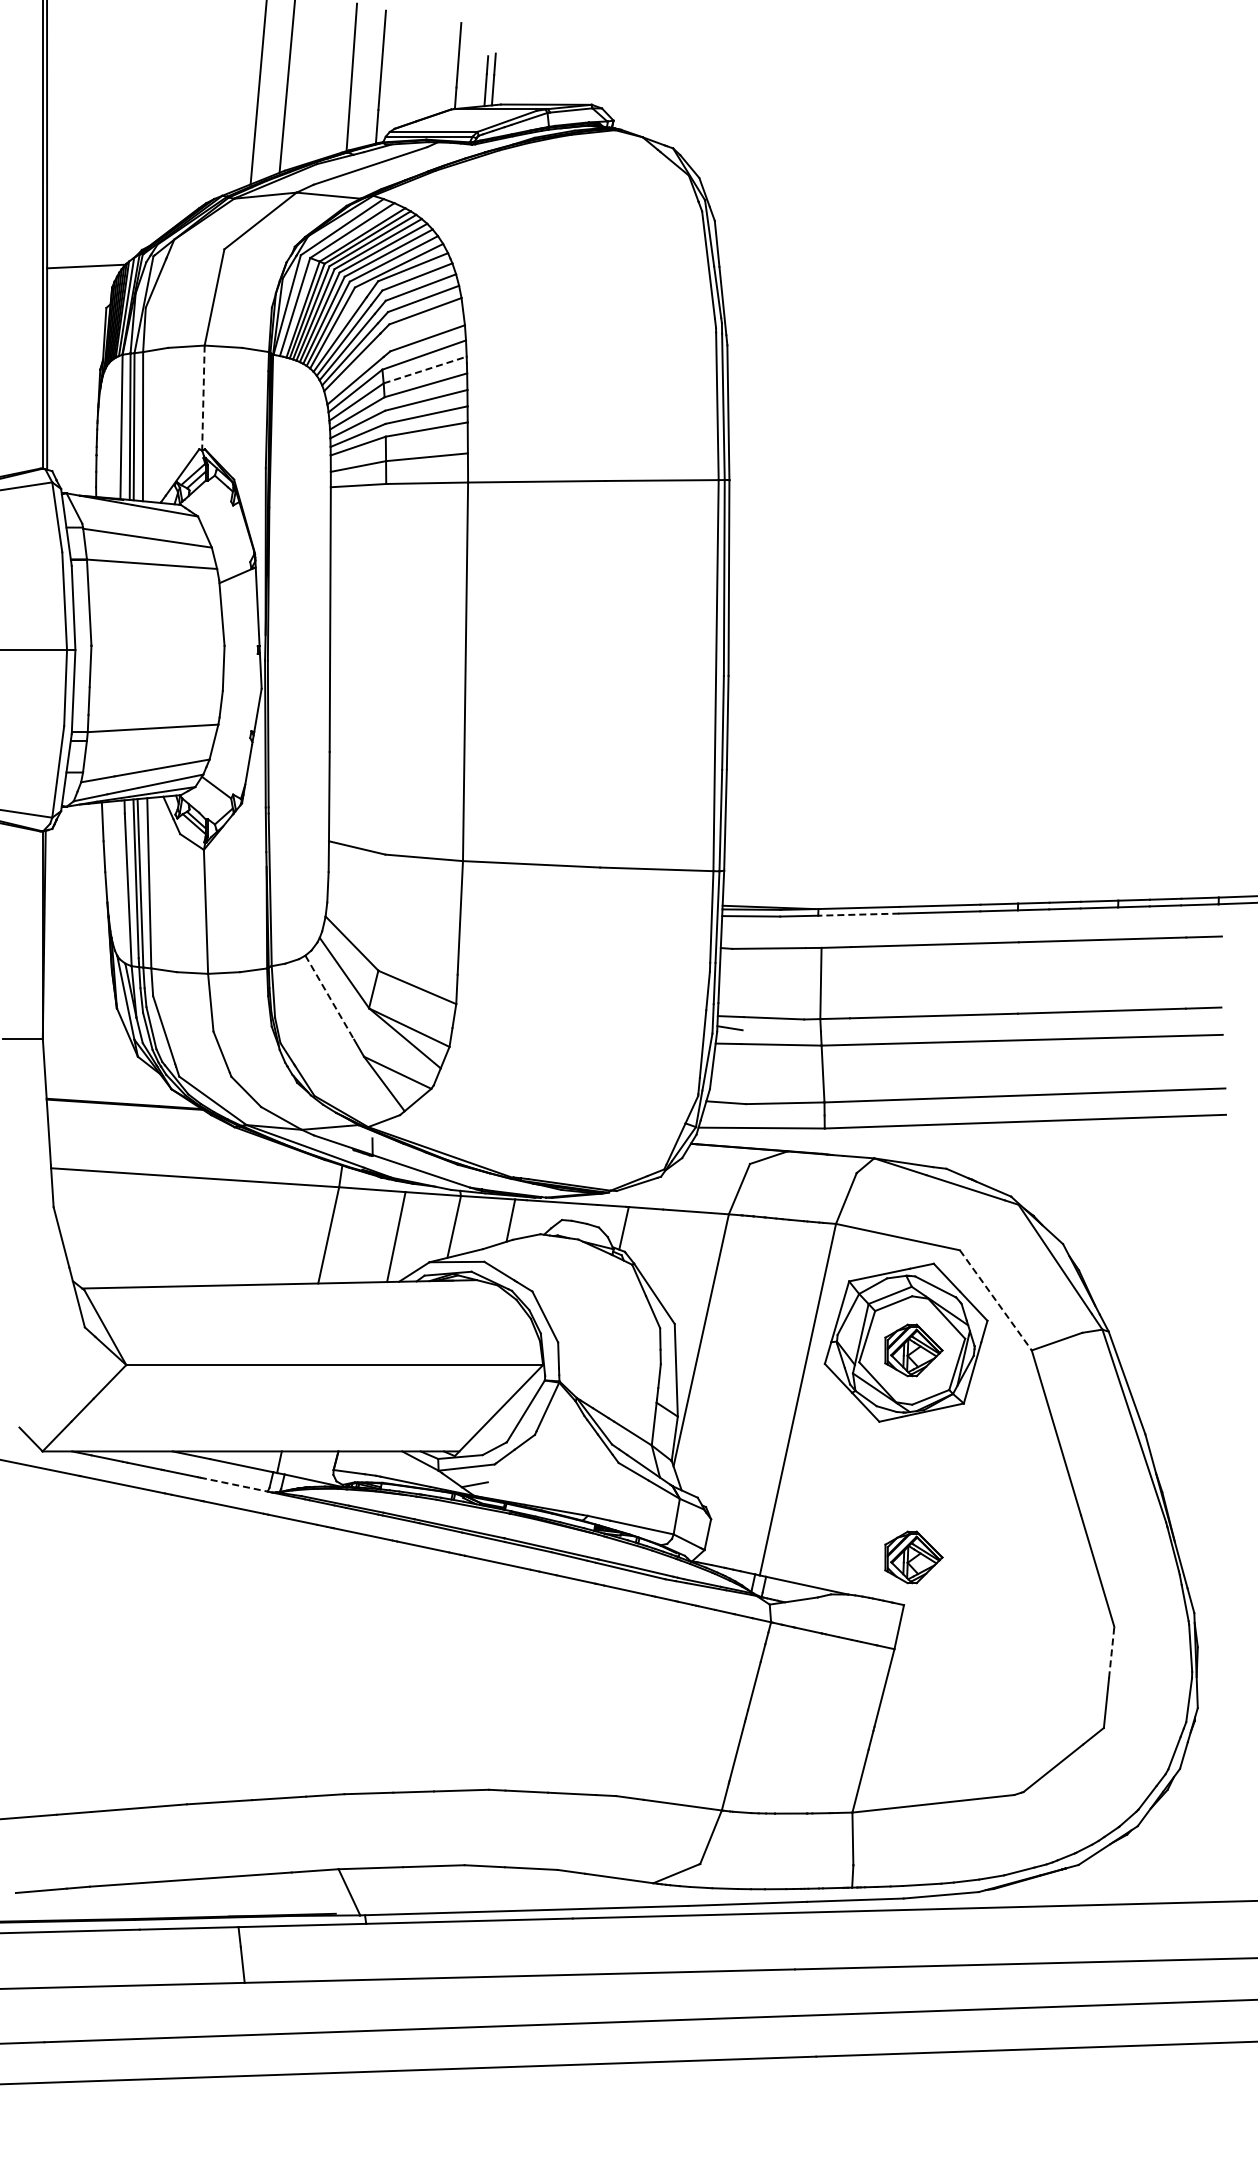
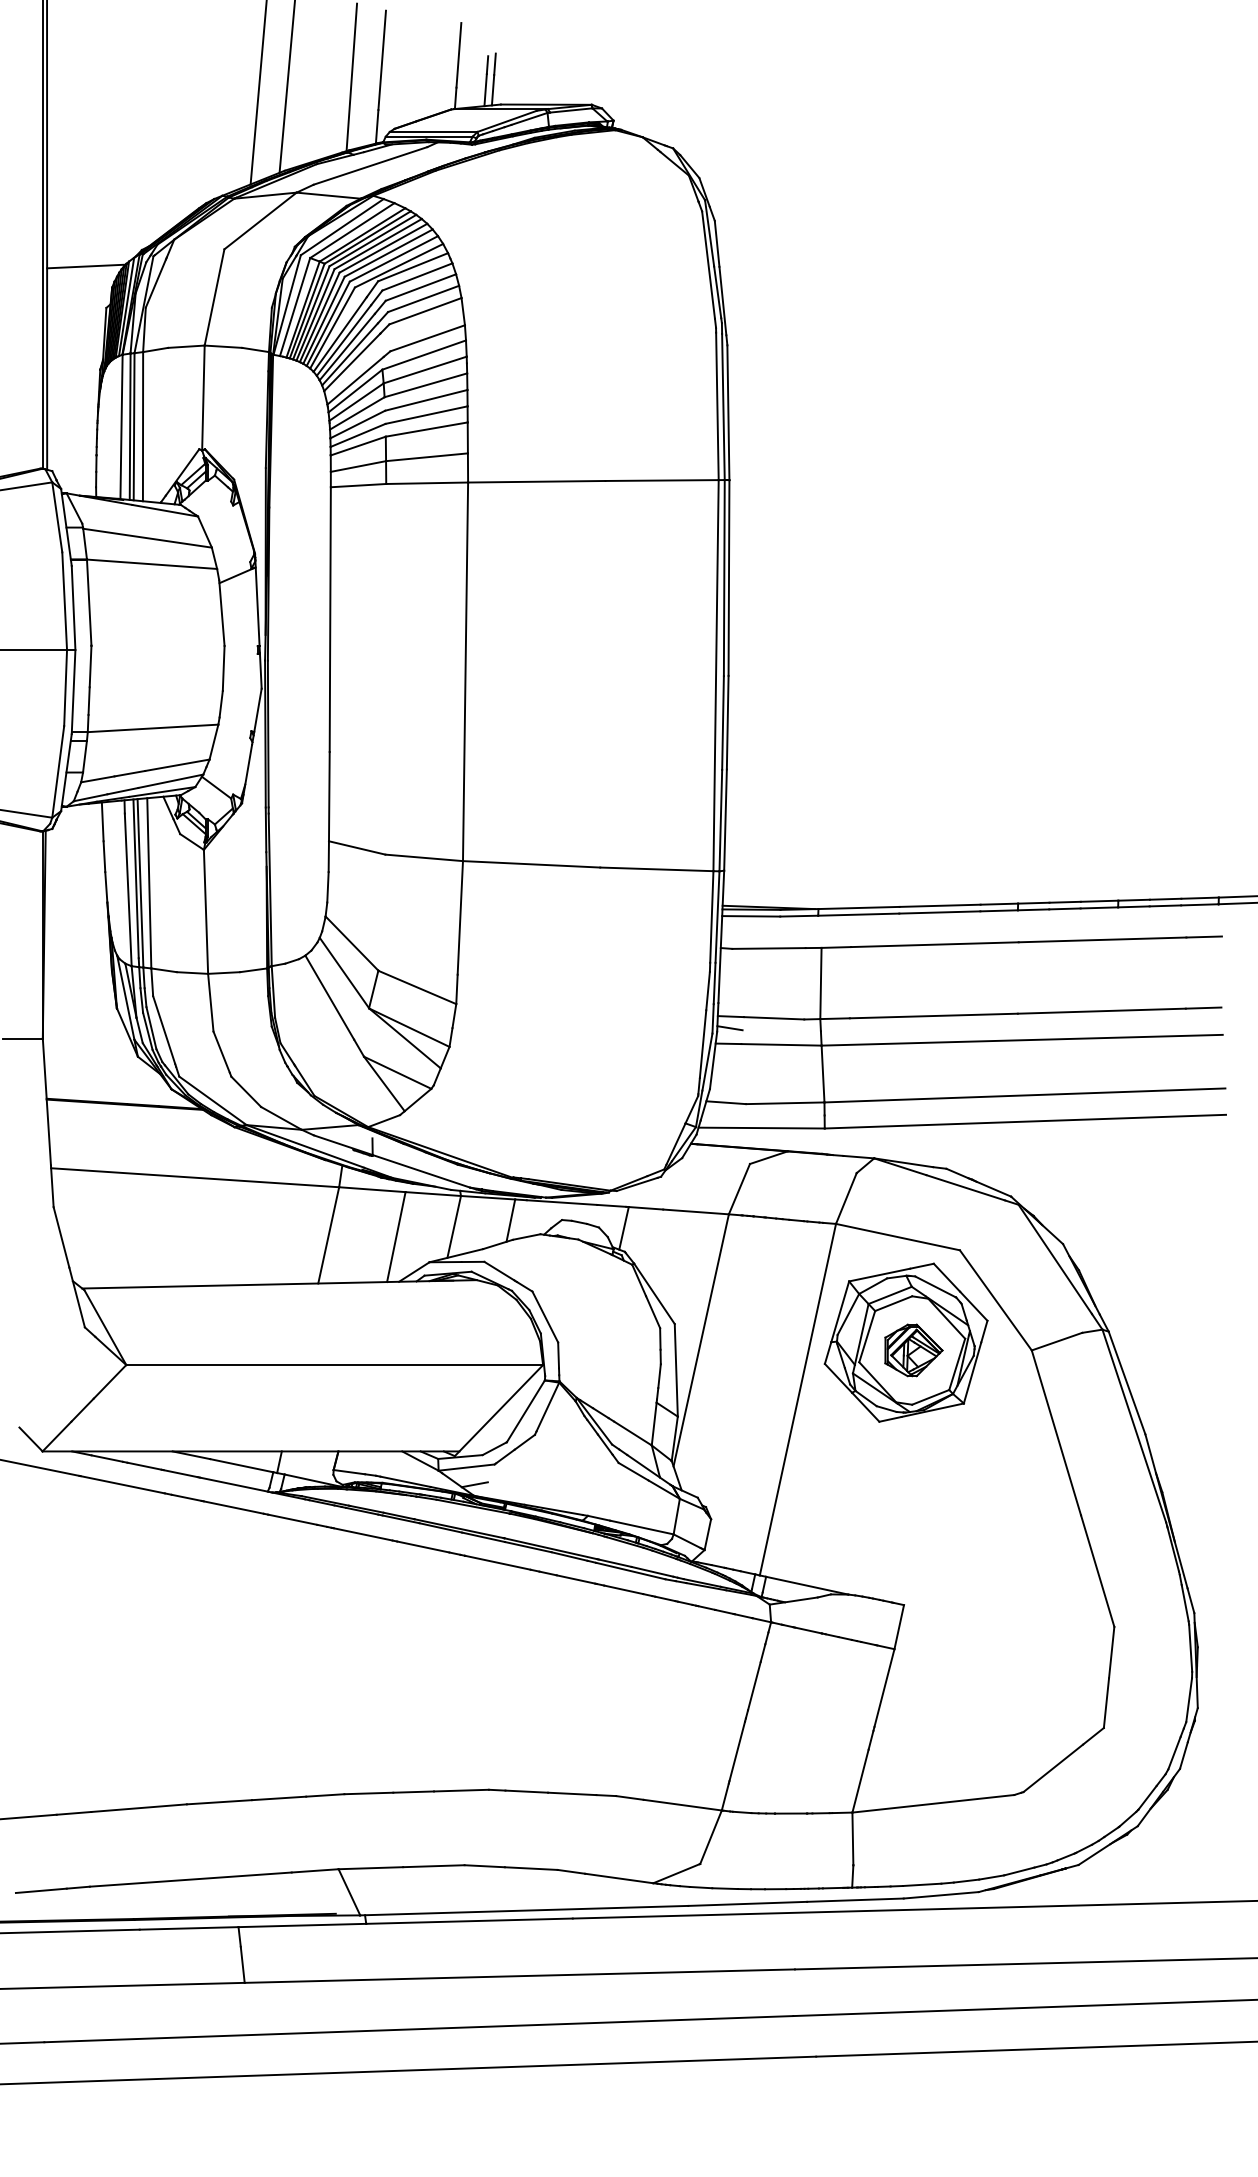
line at (425, 370): dashed -> solid
line at (203, 398): dashed -> solid
line at (858, 914): dashed -> solid
line at (329, 997): dashed -> solid
line at (995, 1300): dashed -> solid
line at (234, 1484): dashed -> solid
part at (913, 1557): present -> none
line at (1111, 1652): dashed -> solid
